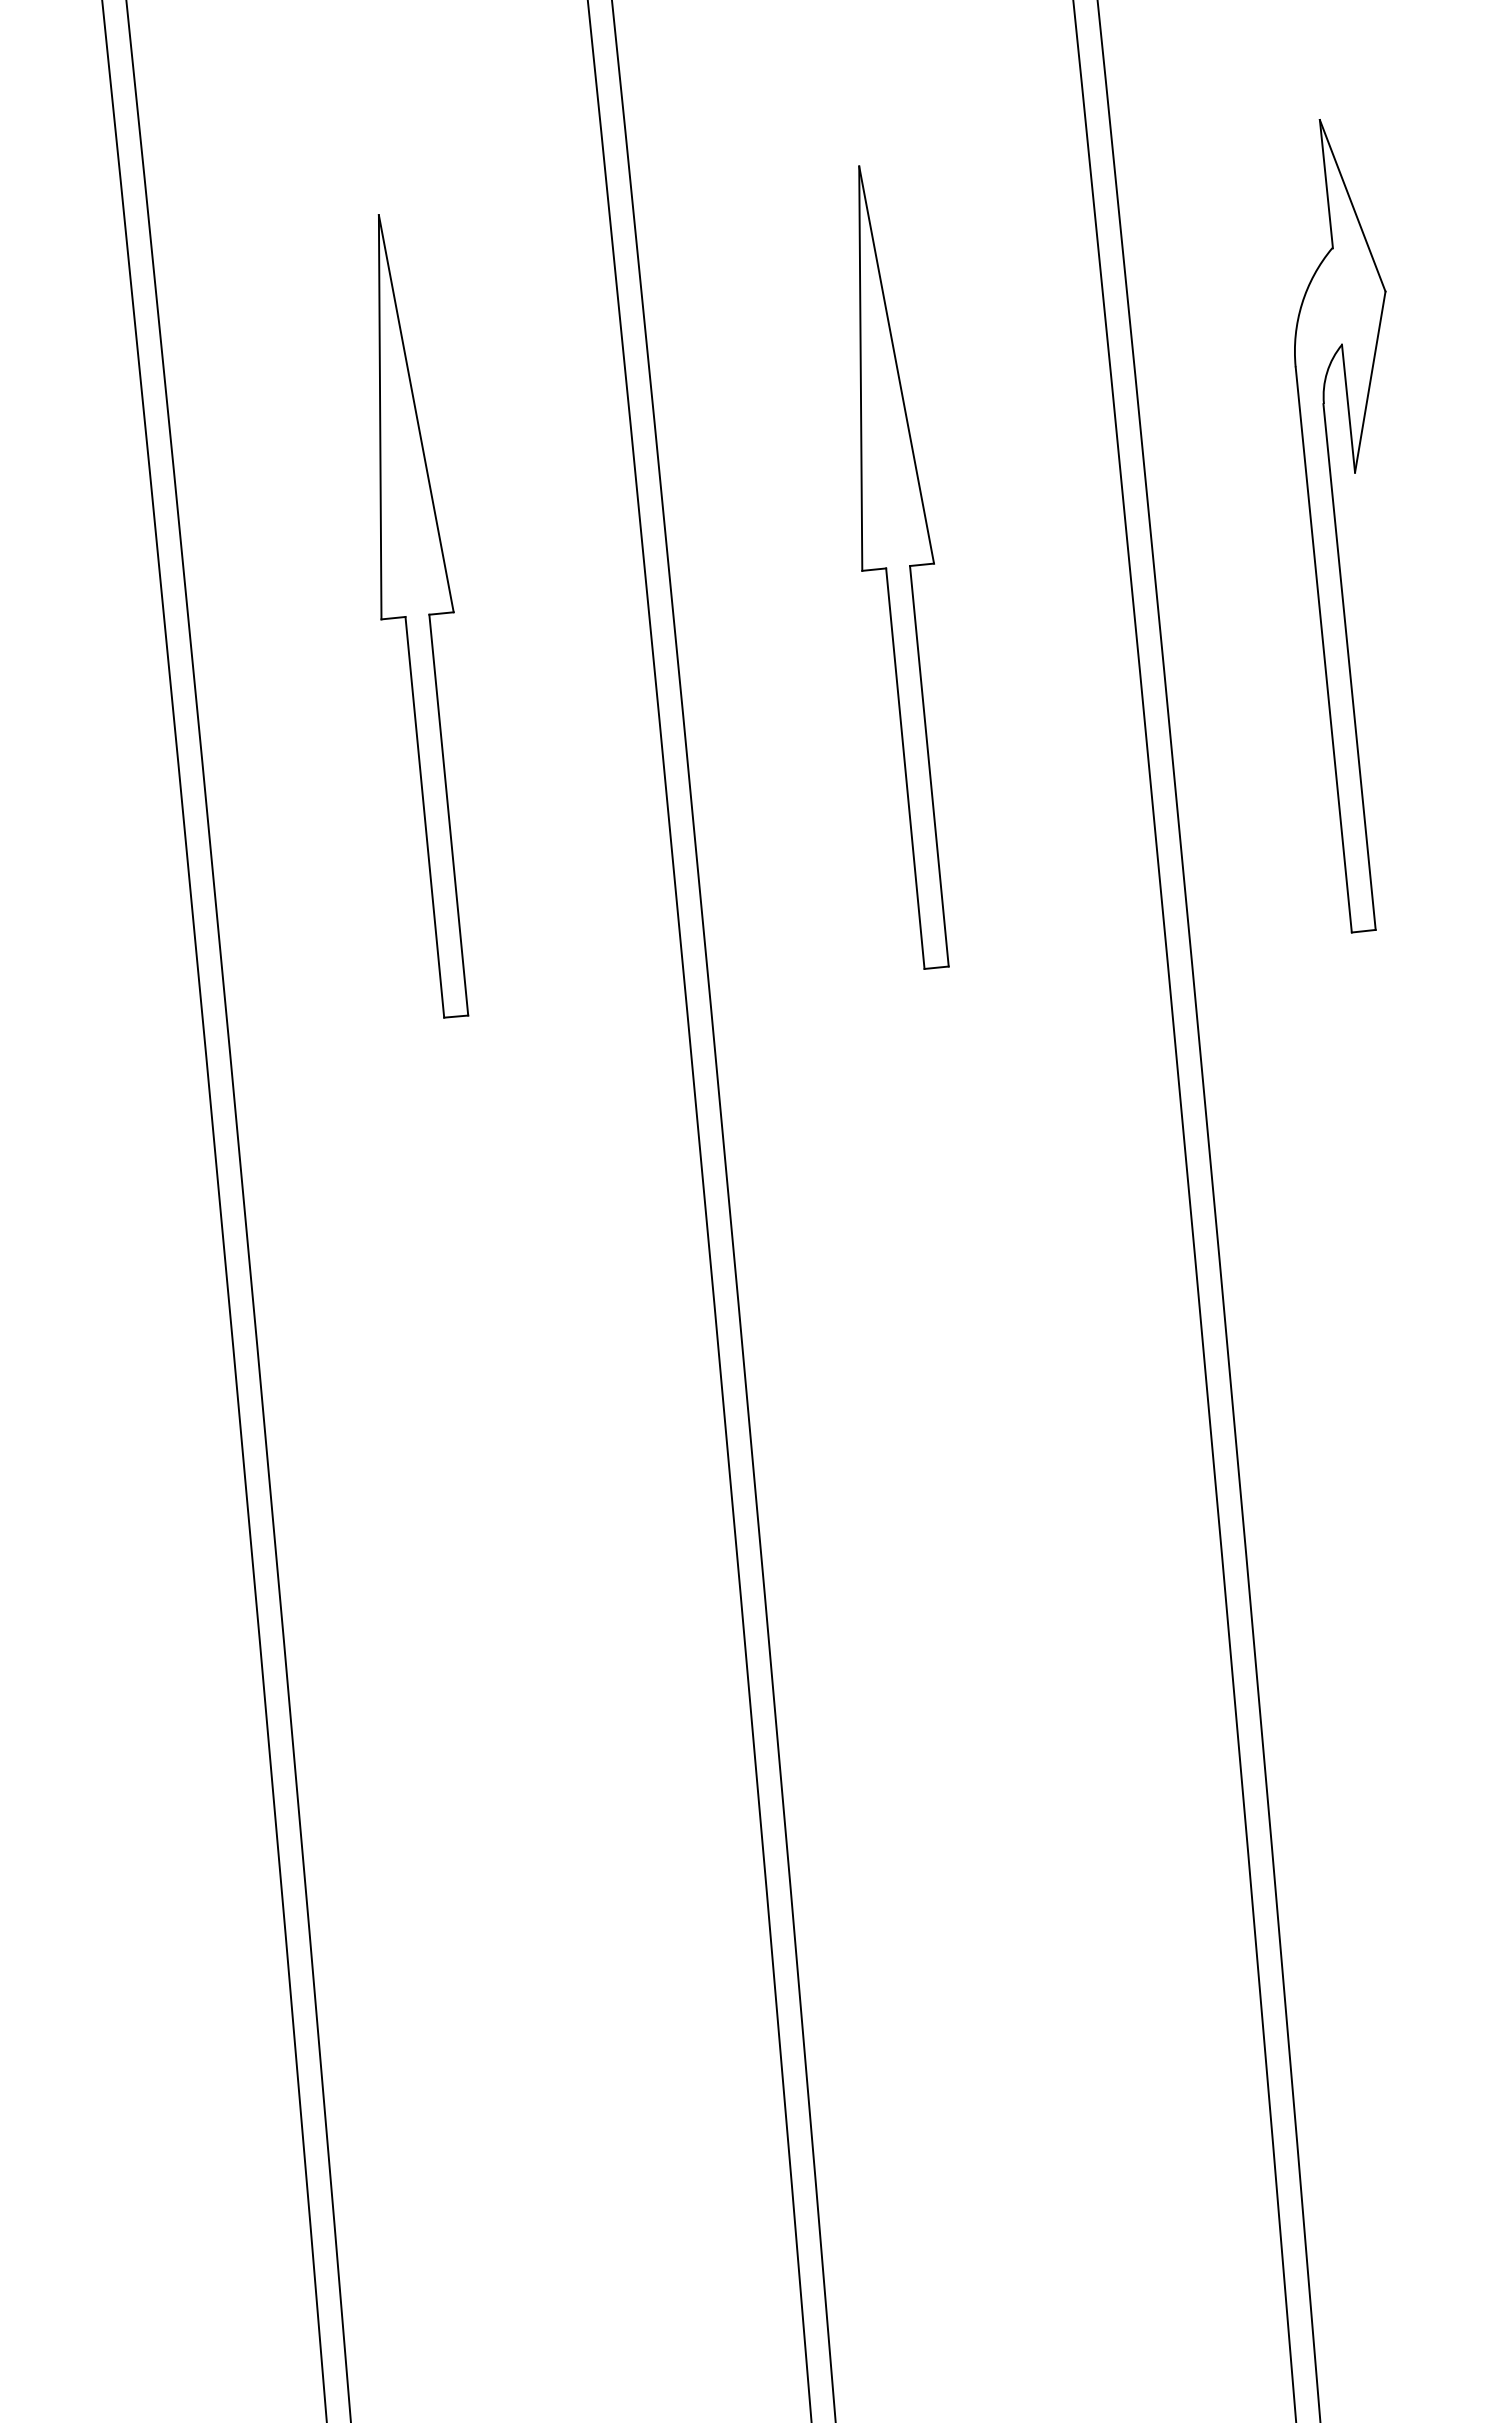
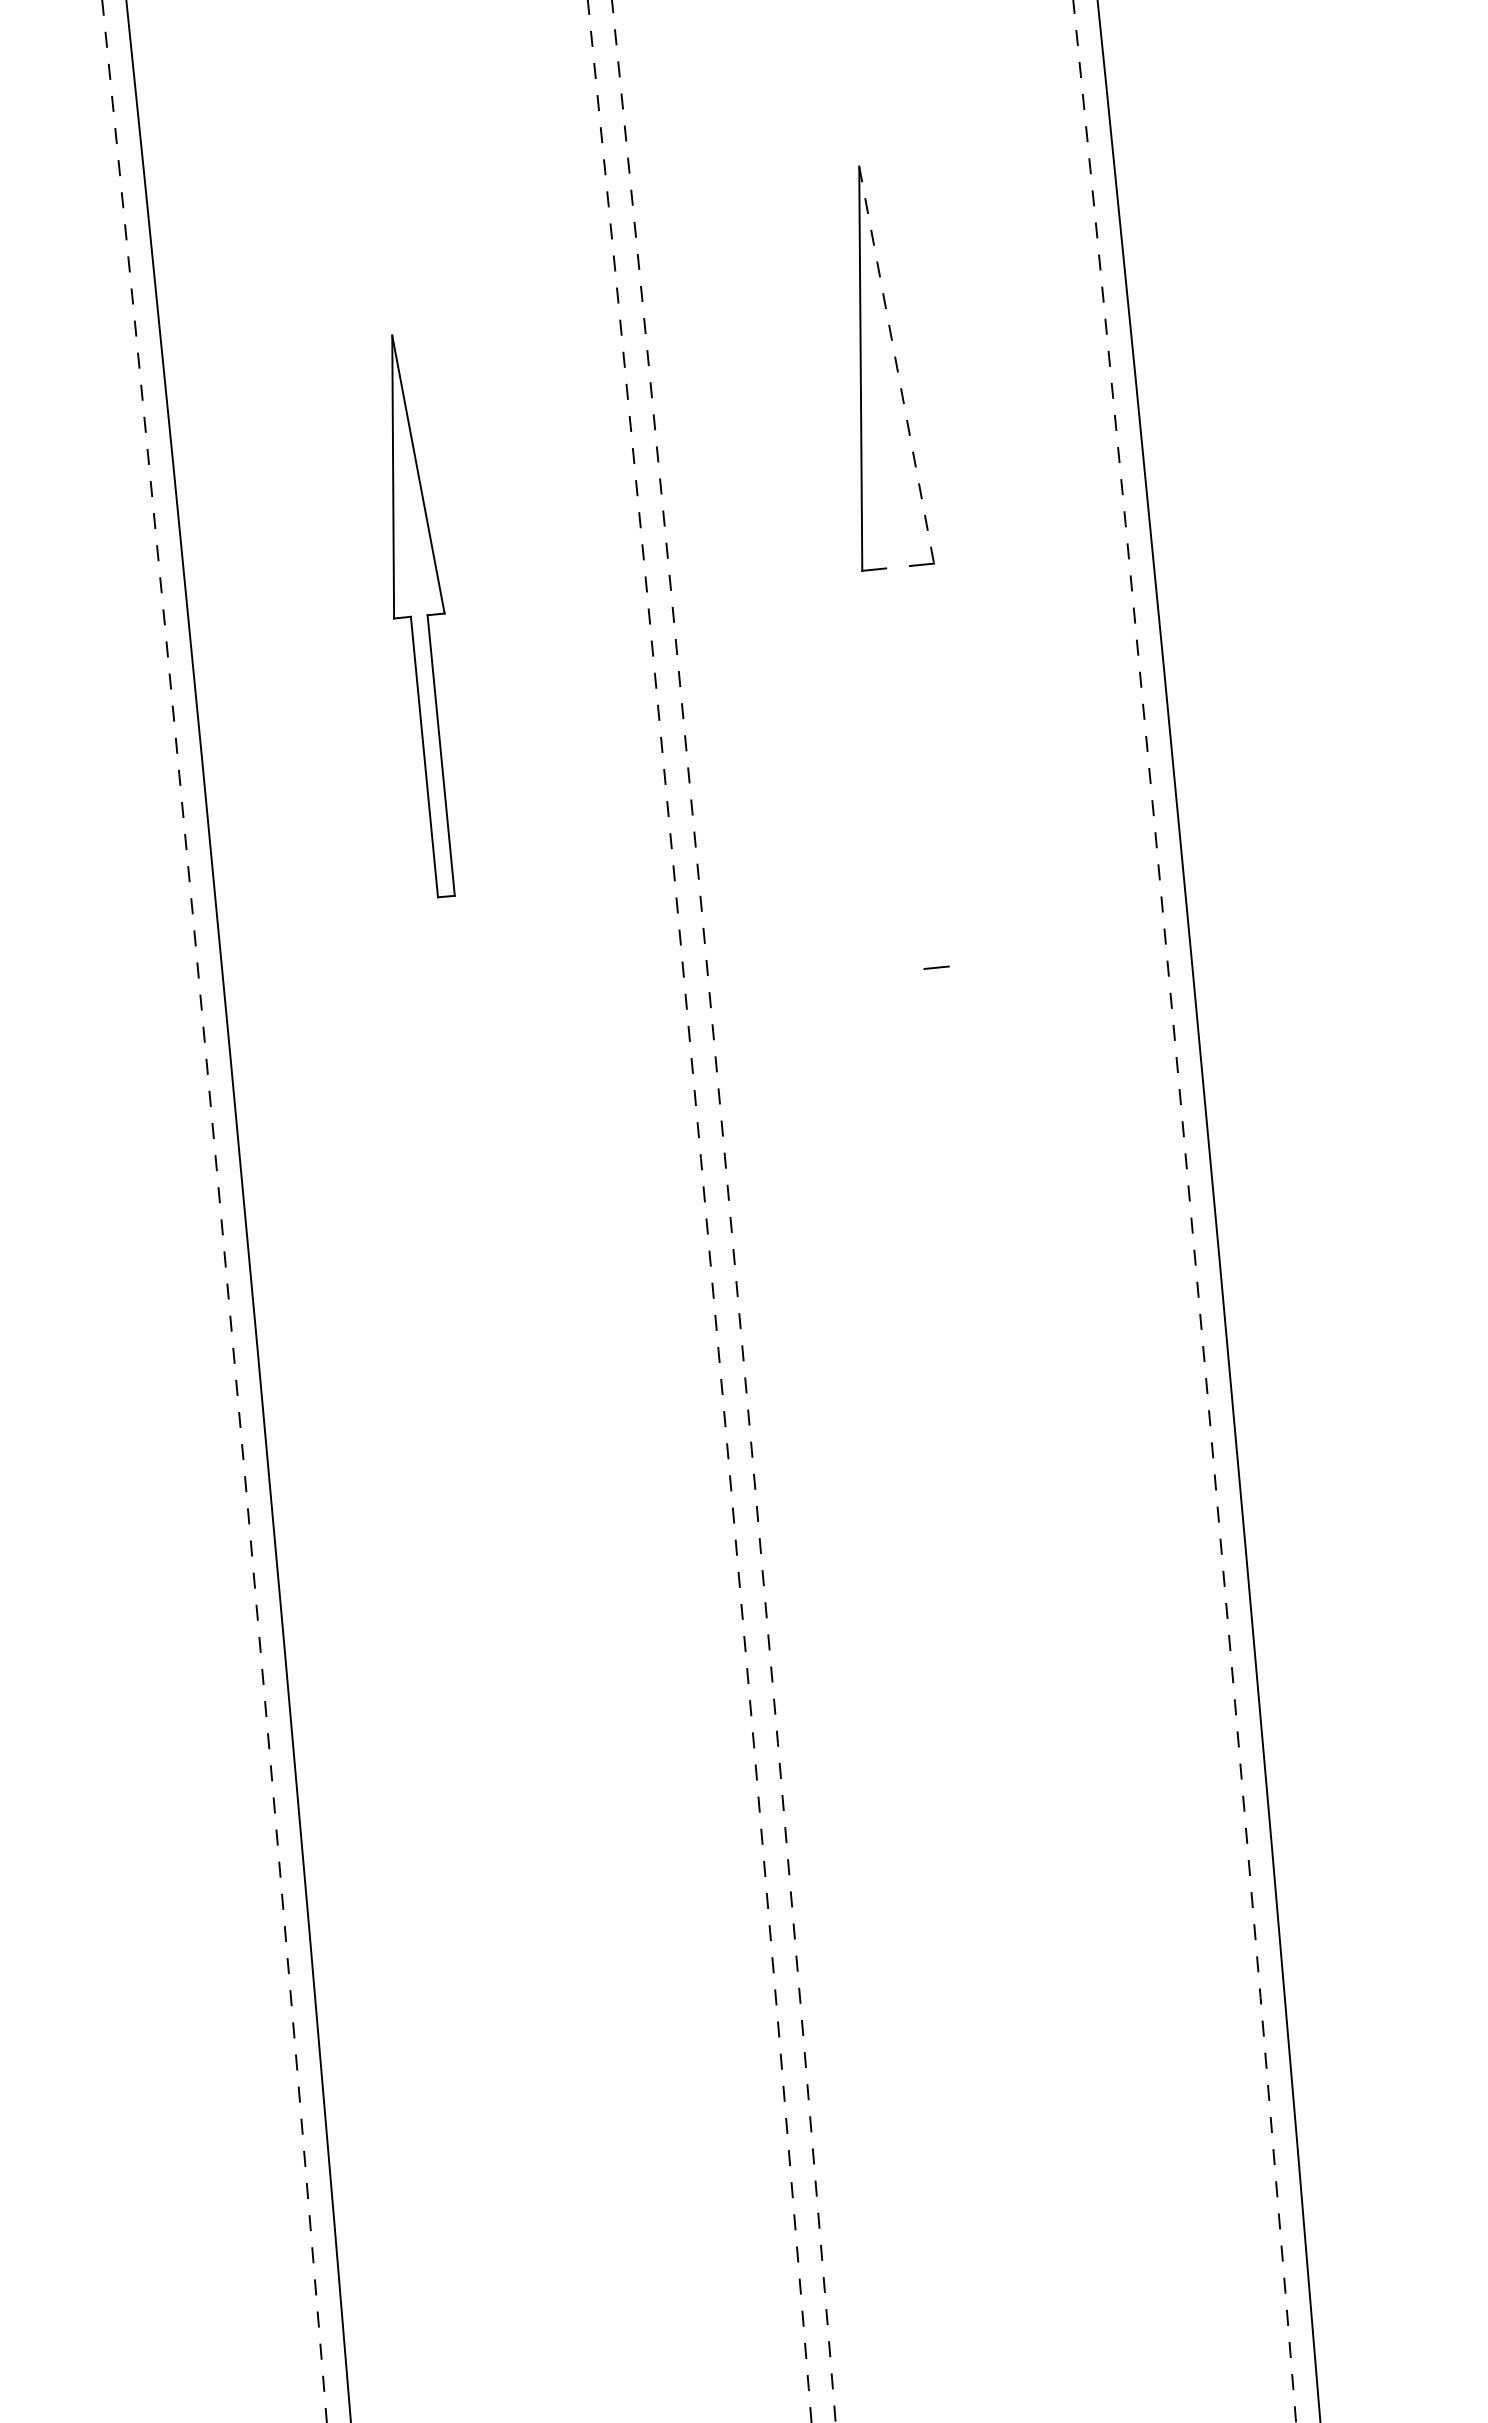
line at (896, 365): solid -> dashed
part at (1340, 526): present -> none
part at (423, 616) size: 93x805 px -> 65x565 px
line at (929, 766): present -> none
line at (905, 768): present -> none
arc at (220, 1210): solid -> dashed
arc at (705, 1210): solid -> dashed
arc at (729, 1210): solid -> dashed
arc at (1190, 1211): solid -> dashed
